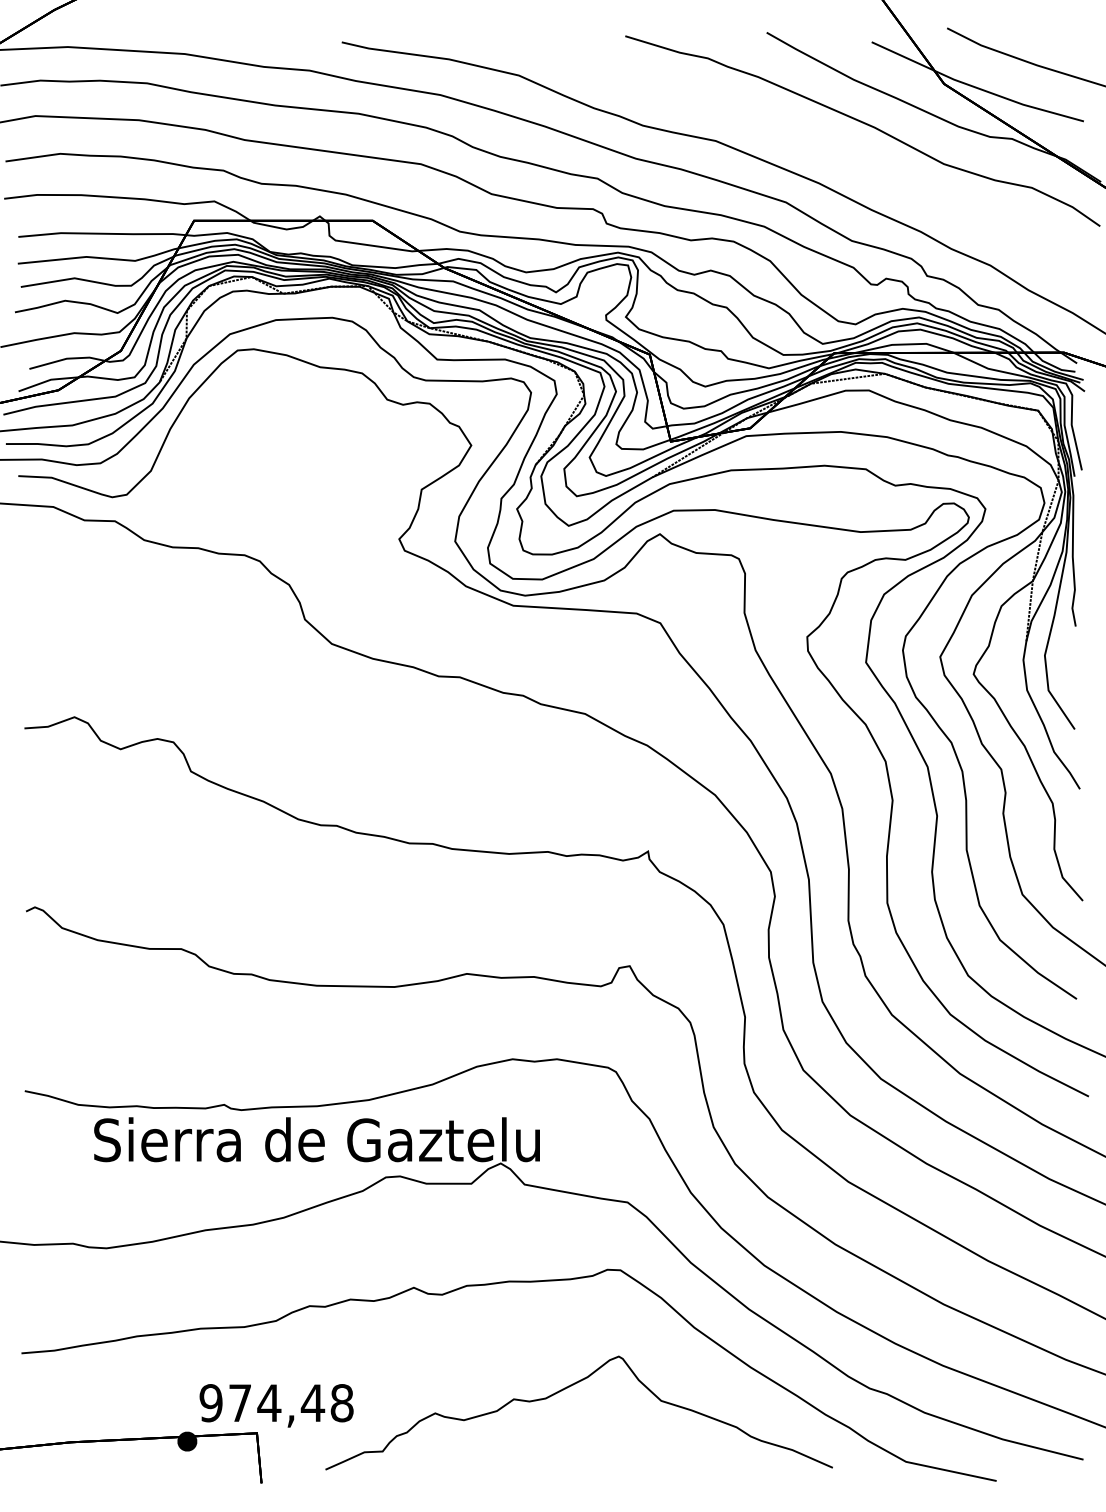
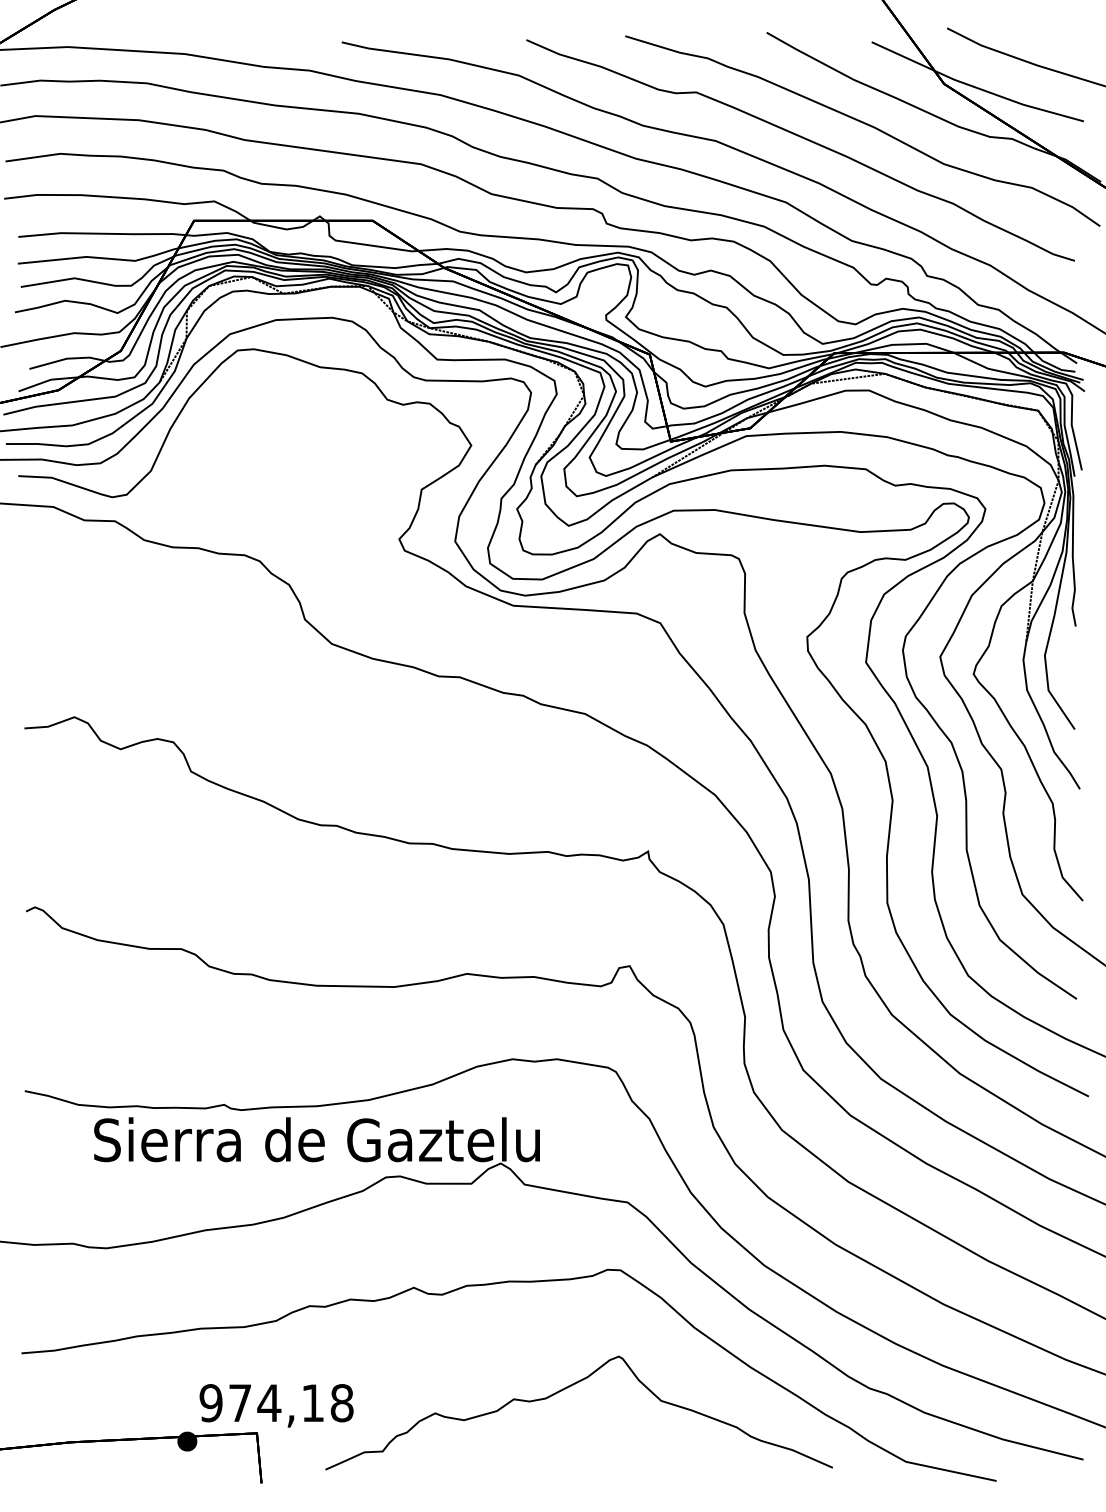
curve at (806, 140): none -> present
text at (312, 1402): 974,48 -> 974,18
